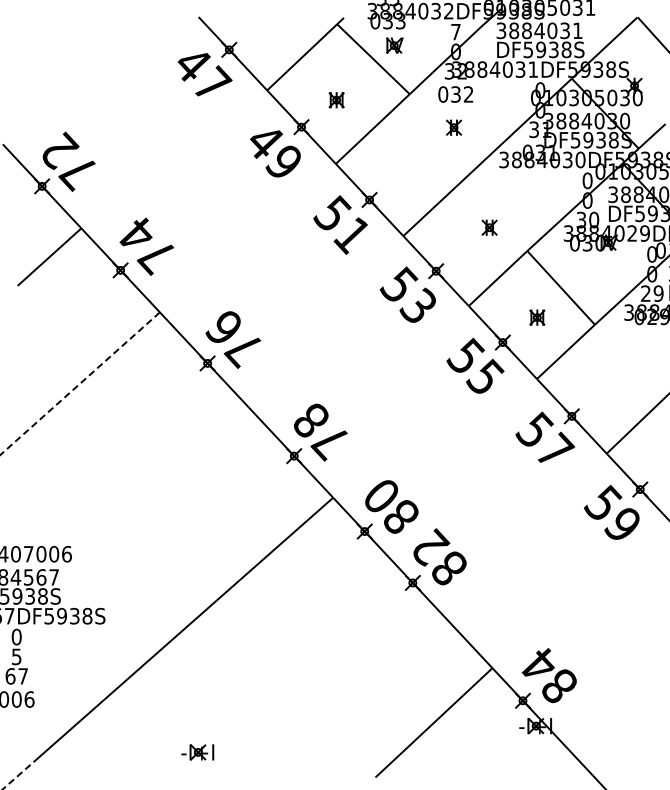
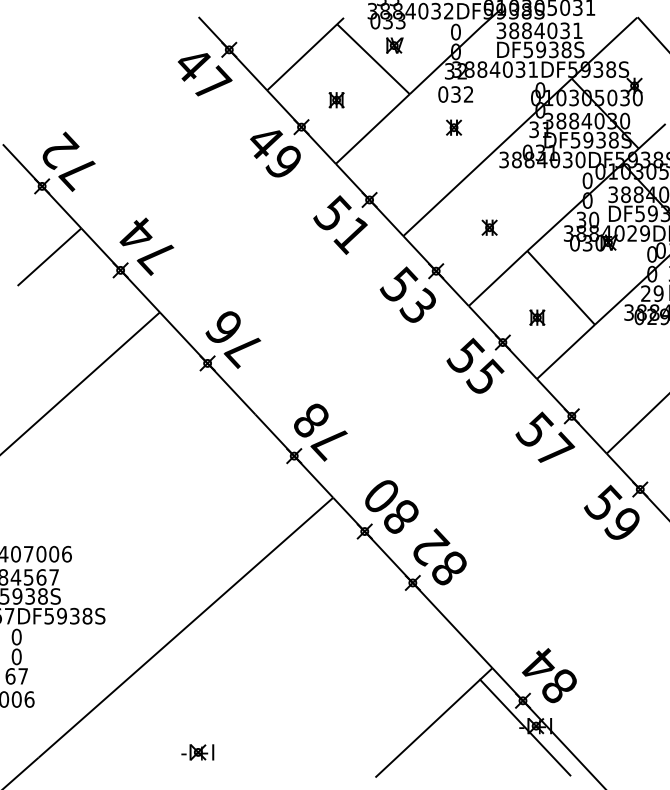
text at (455, 31): 7 -> 0
line at (79, 383): dashed -> solid
text at (16, 656): 5 -> 0
line at (525, 727): none -> present
line at (20, 773): dashed -> solid
